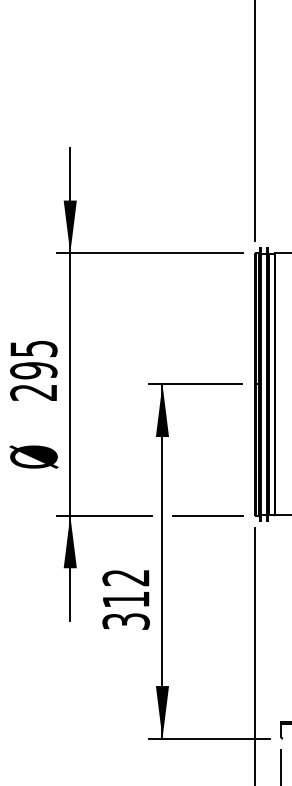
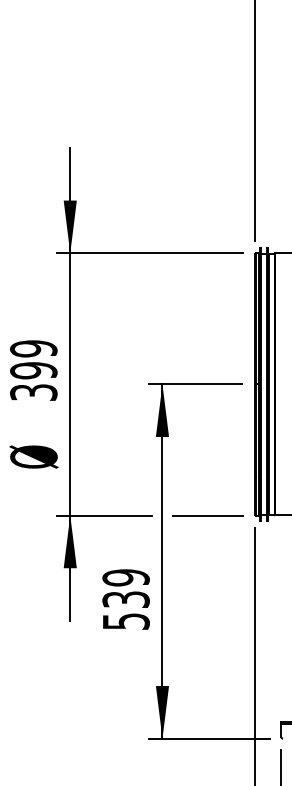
text at (33, 370): 295 -> 399
text at (125, 599): 312 -> 539
